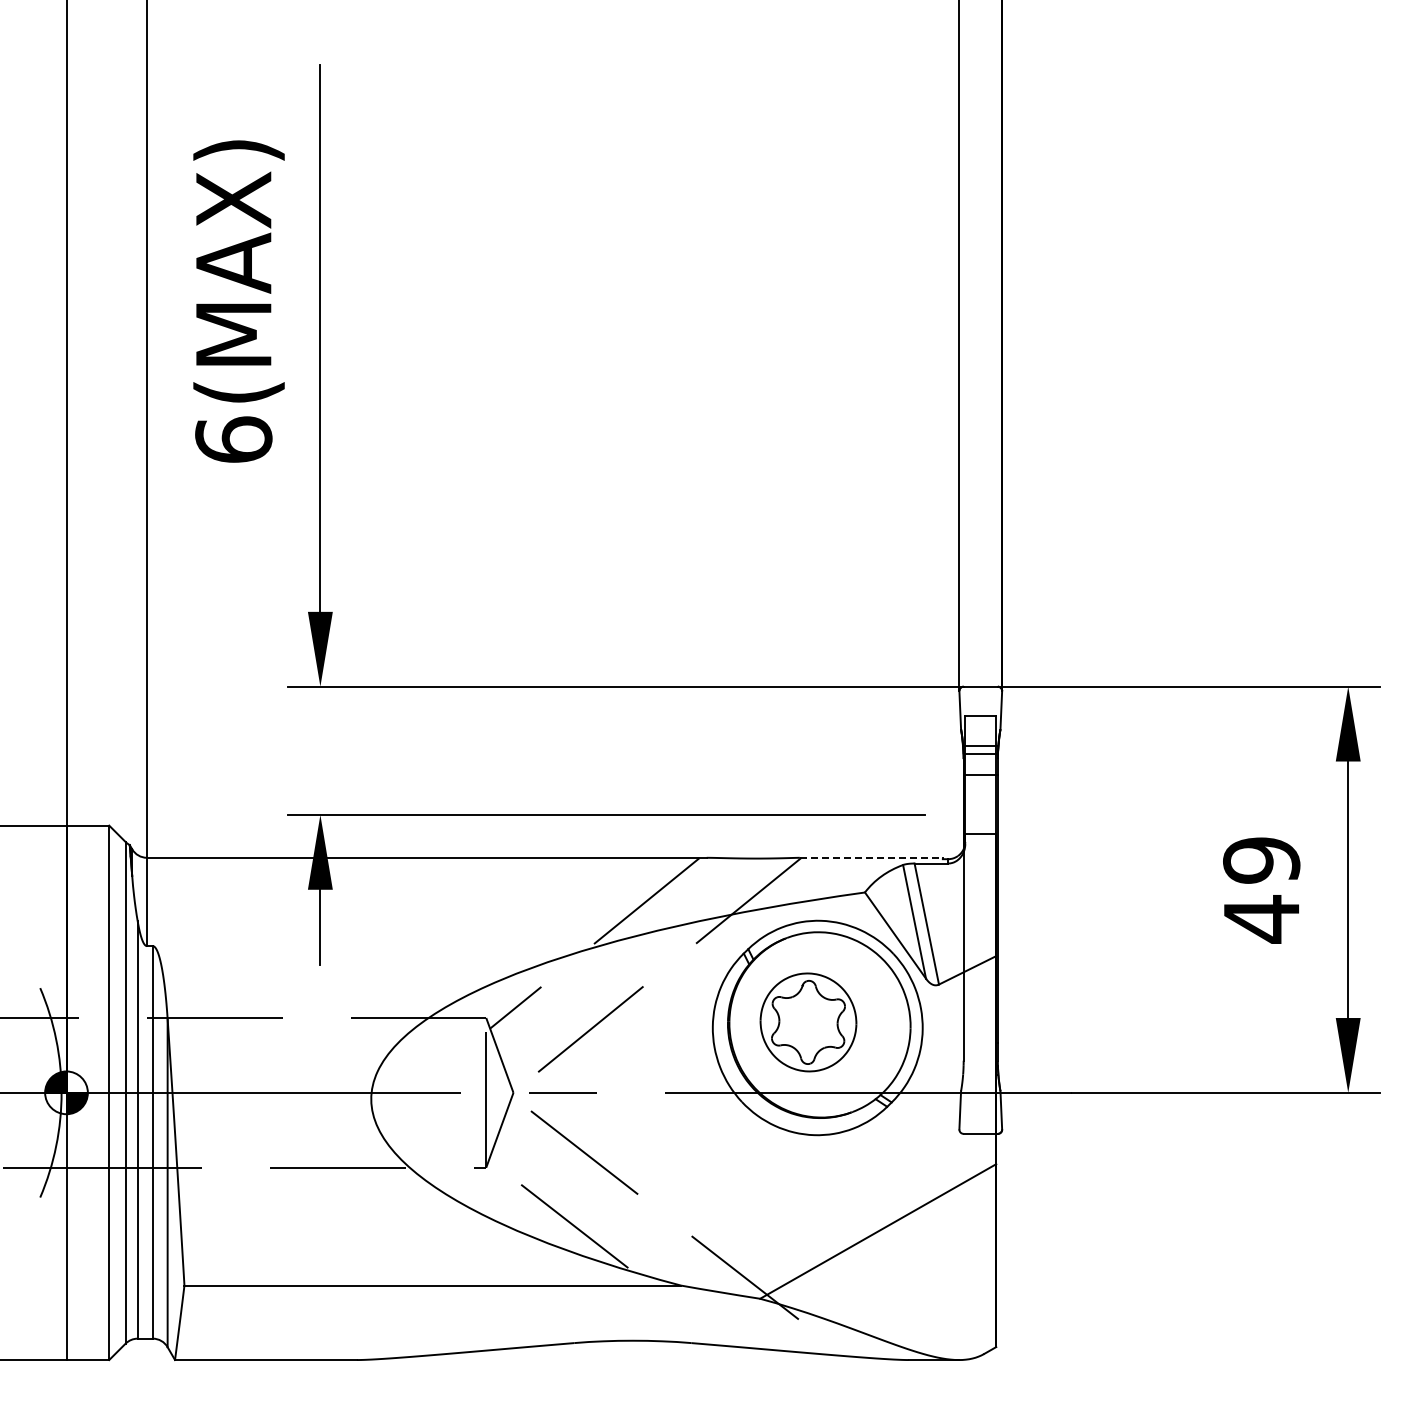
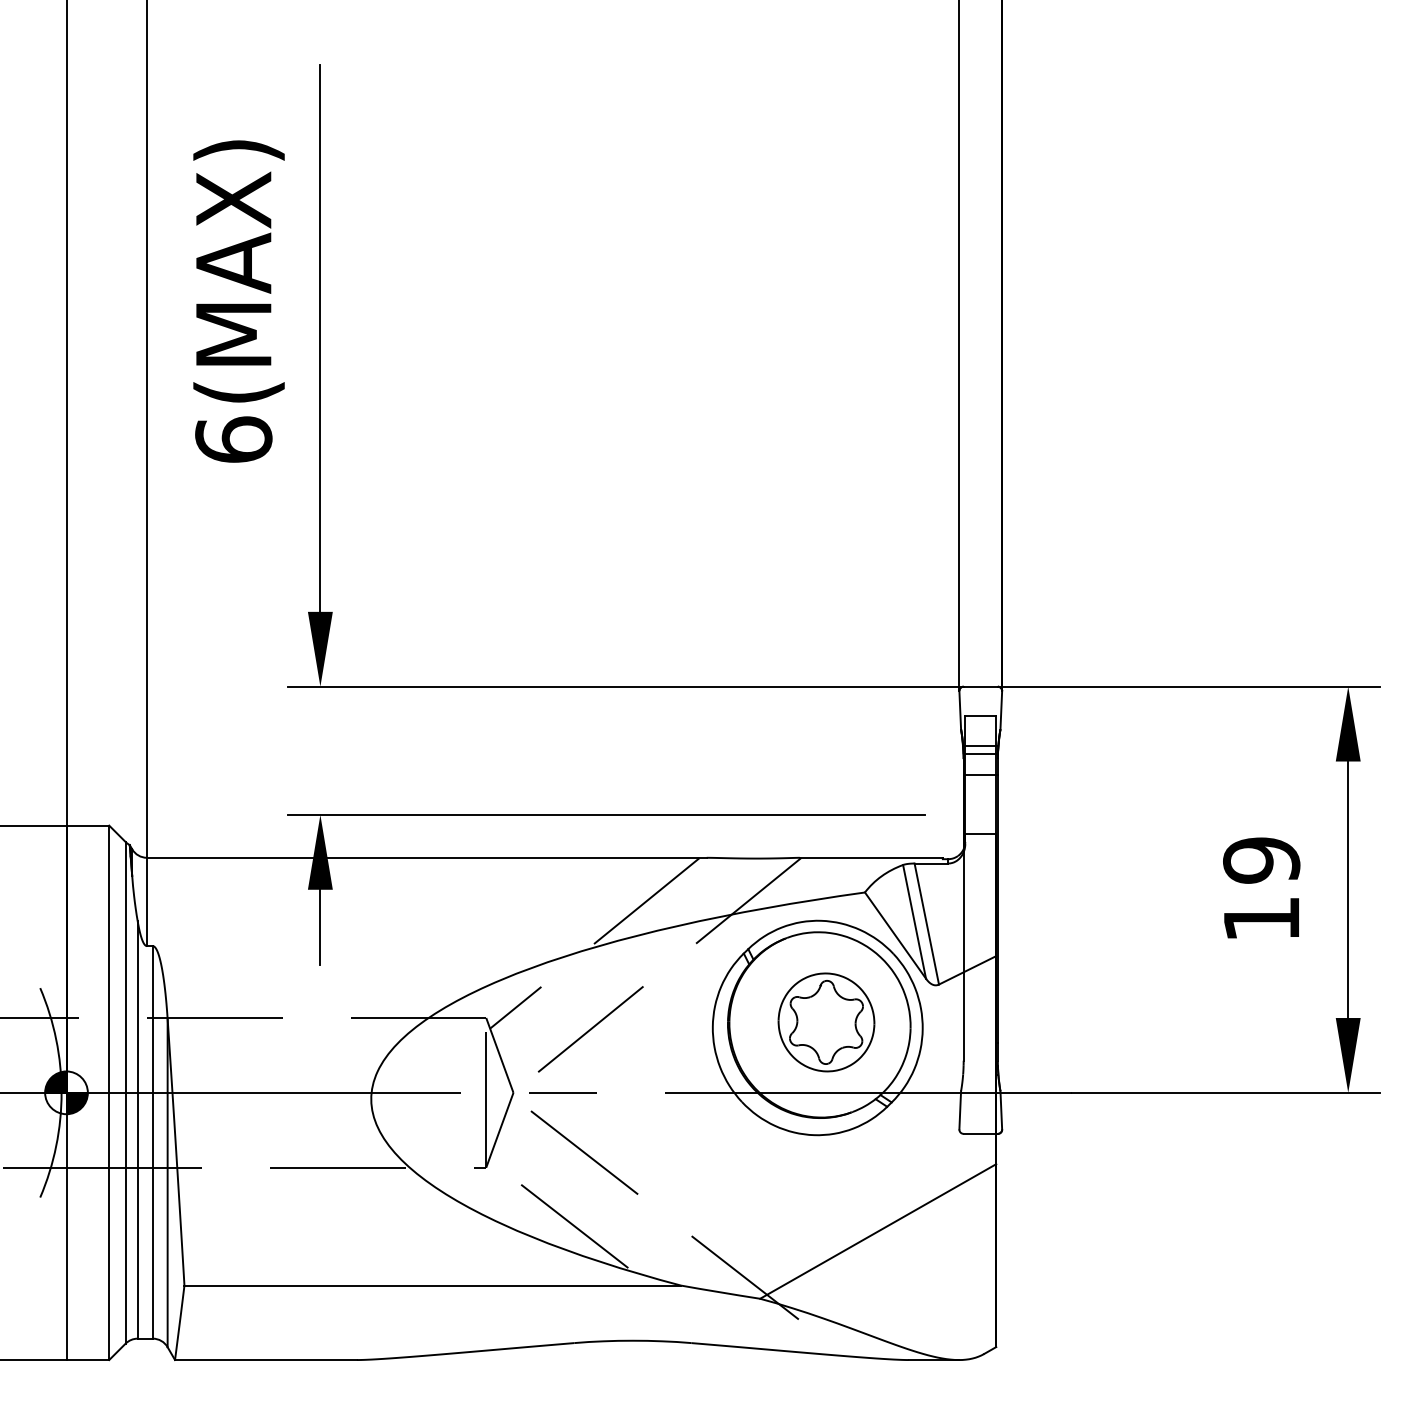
line at (871, 857): dashed -> solid
text at (1261, 919): 49 -> 19
part at (808, 1022) position: (808, 1022) -> (826, 1022)
